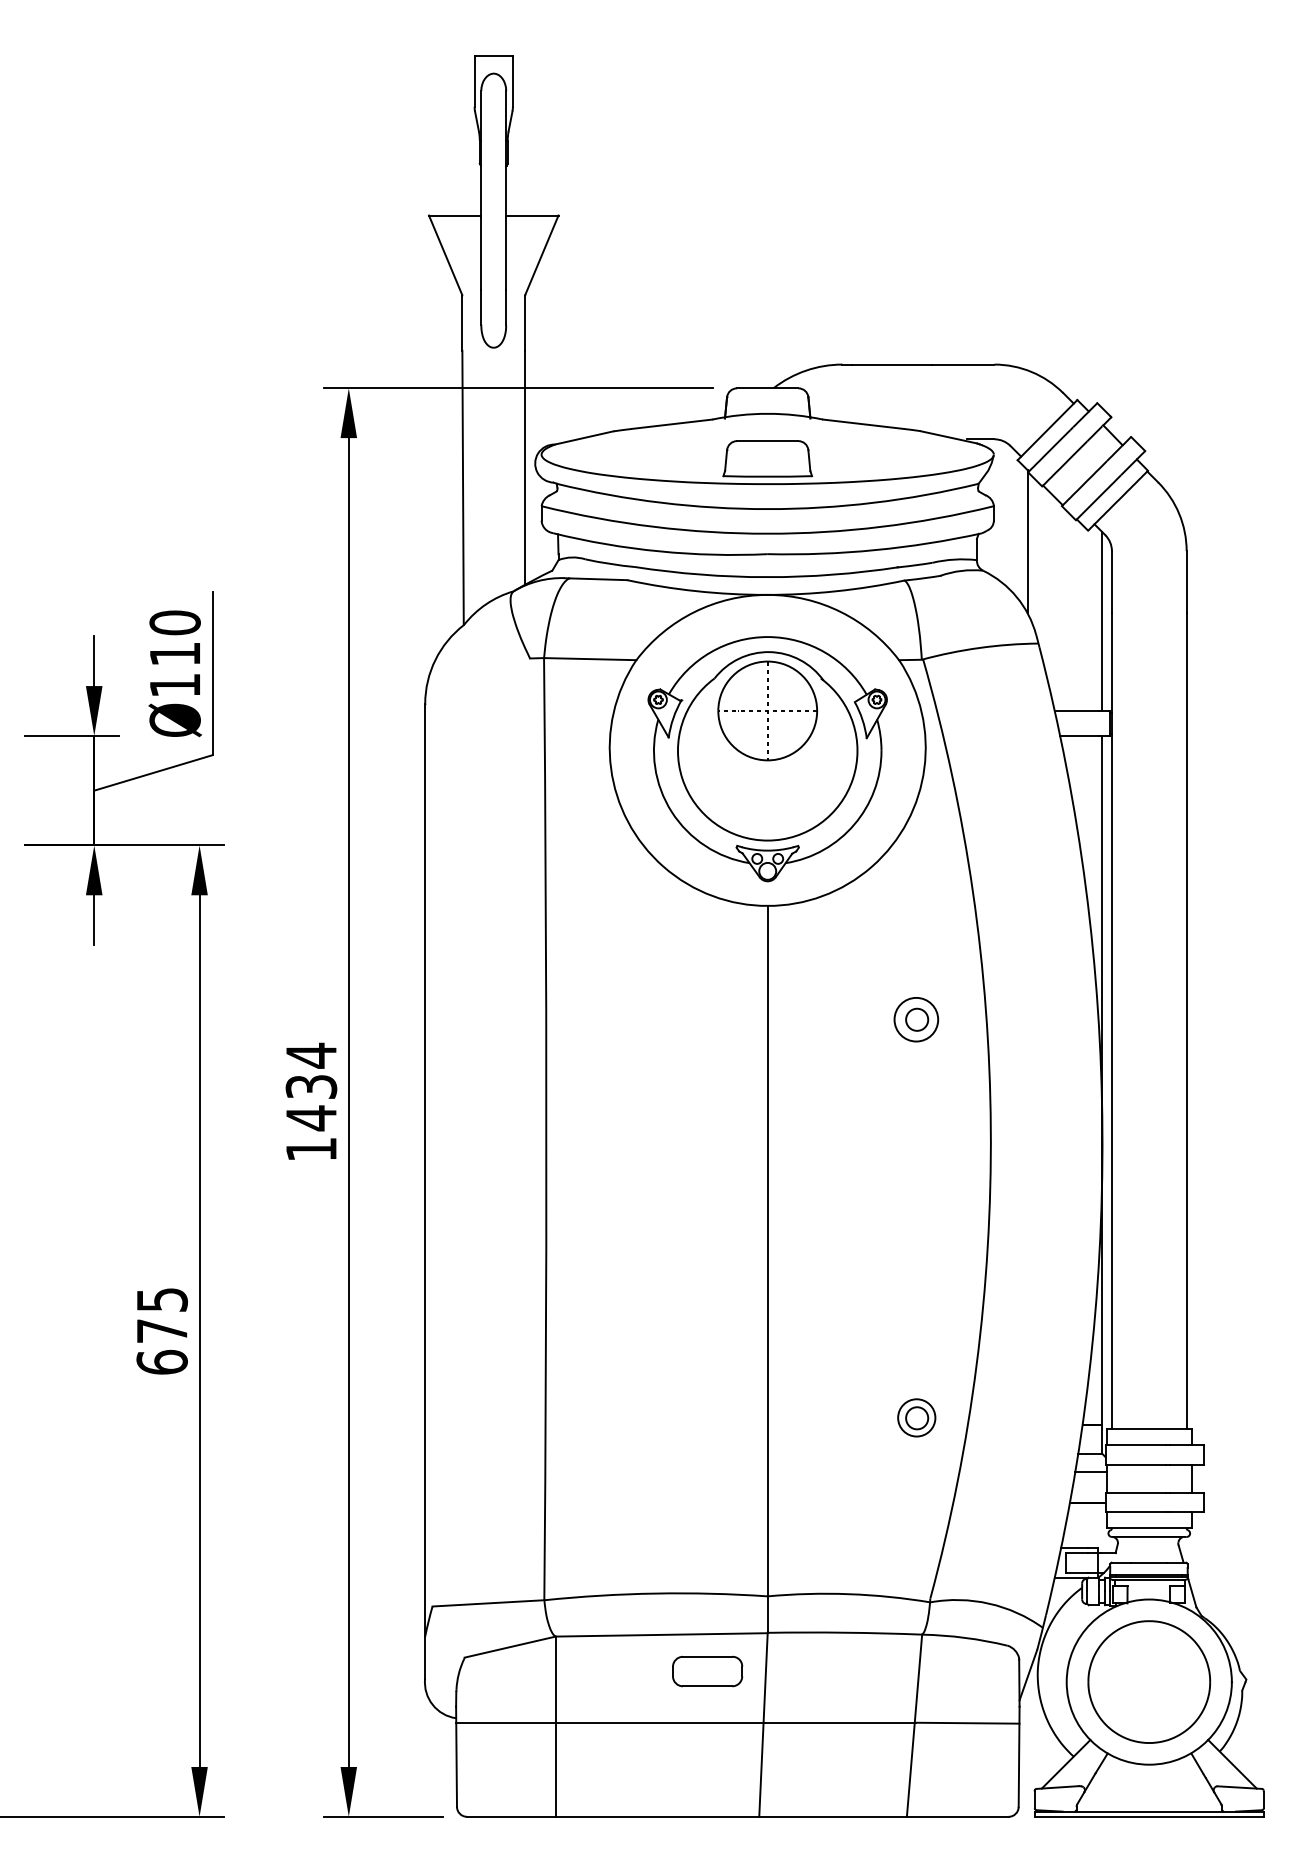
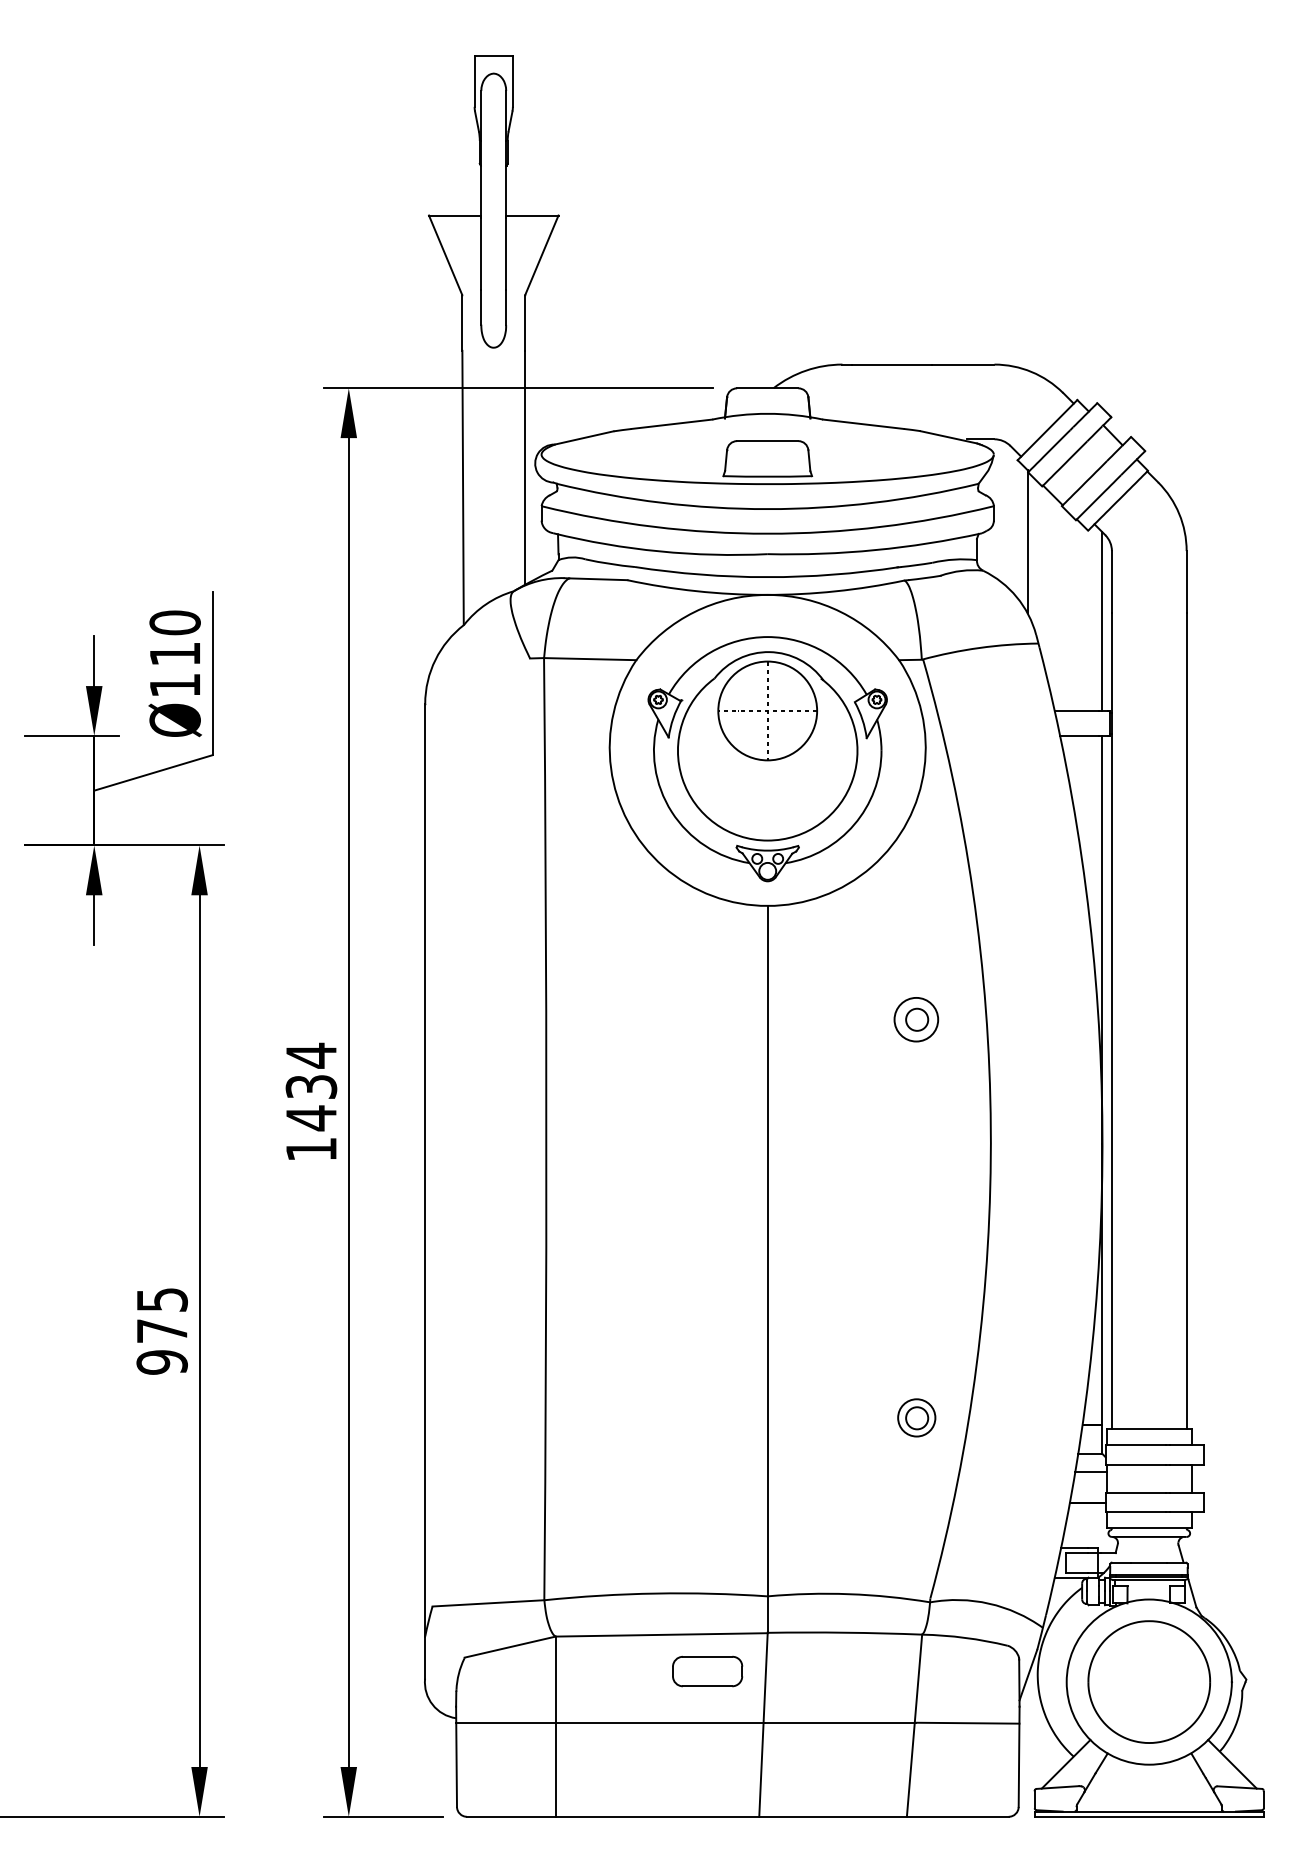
text at (161, 1361): 675 -> 975
